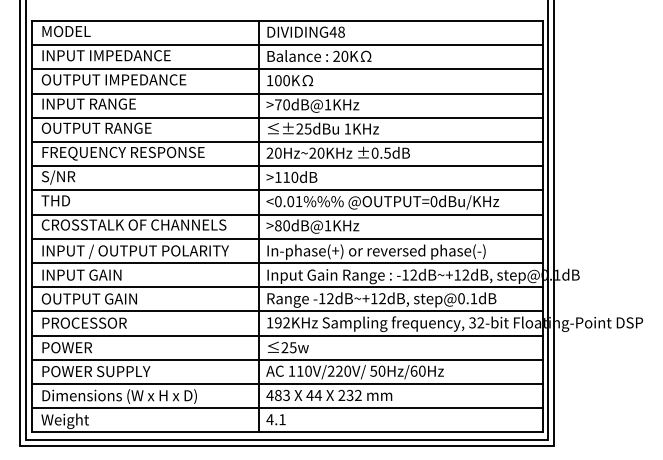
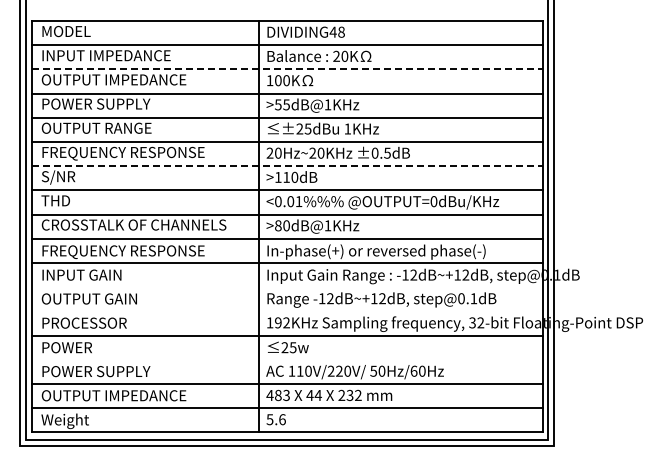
line at (287, 69): solid -> dashed
text at (96, 103): INPUT RANGE -> POWER SUPPLY
text at (282, 104): >70dB@1KHz -> >55dB@1KHz
line at (287, 166): solid -> dashed
text at (135, 251): INPUT / OUTPUT POLARITY -> FREQUENCY RESPONSE
line at (286, 287): present -> none
line at (286, 311): present -> none
line at (286, 359): present -> none
text at (118, 396): Dimensions (W x H x D) -> OUTPUT IMPEDANCE
text at (275, 419): 4.1 -> 5.6
